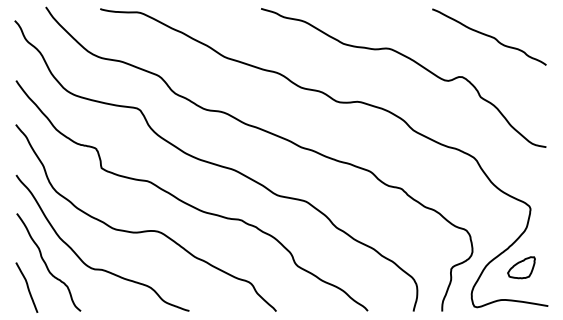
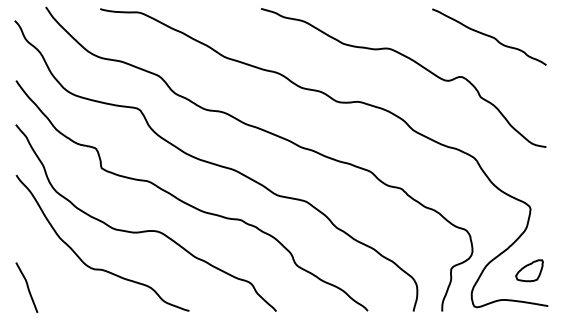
curve at (46, 263): present -> none
part at (521, 267) position: (521, 267) -> (529, 270)
